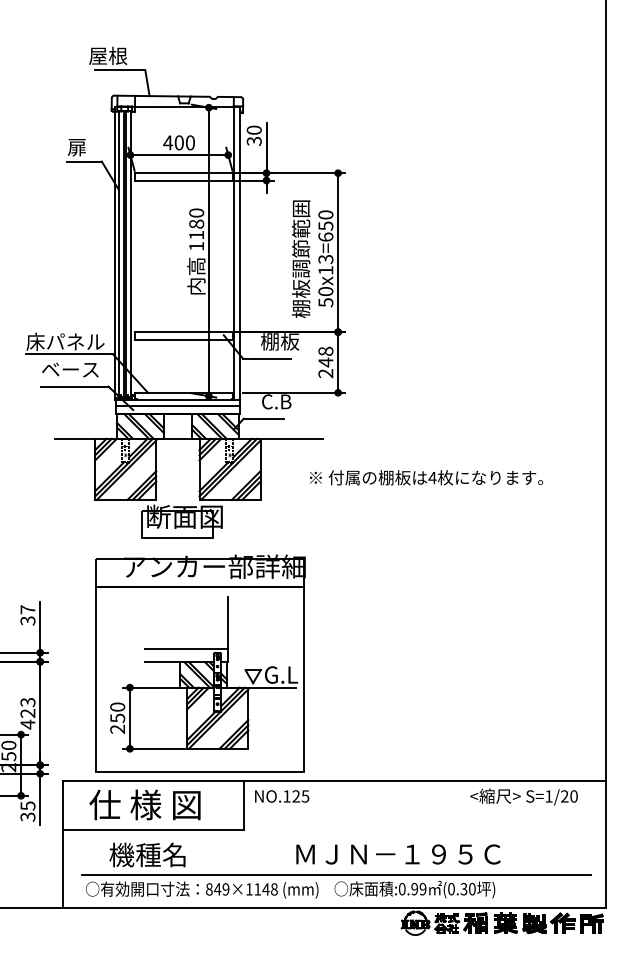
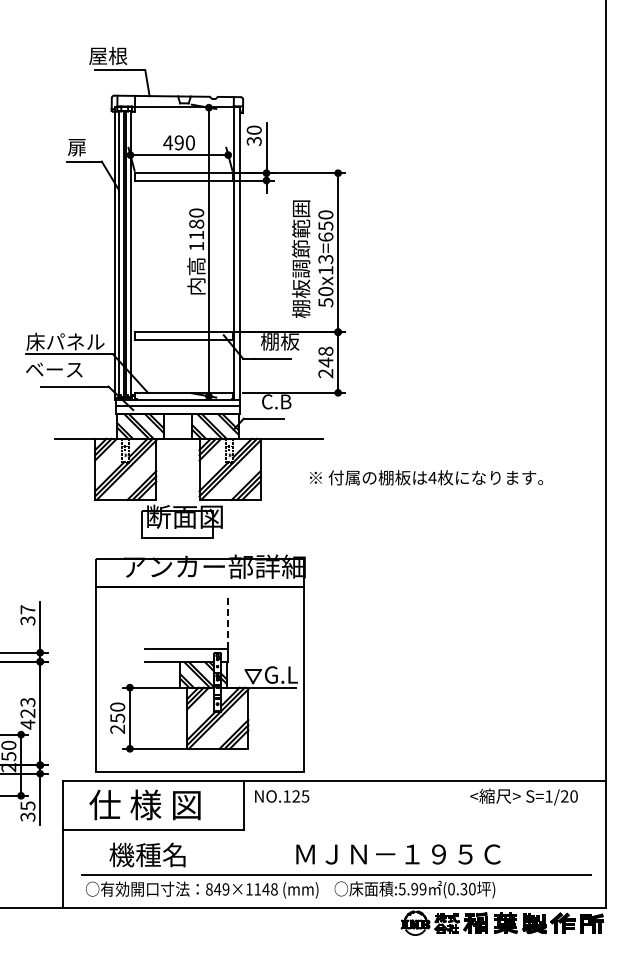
text at (178, 142): 400 -> 490
text at (70, 369) position: (70, 369) -> (54, 369)
line at (228, 622): solid -> dashed
text at (401, 888): :0.99 -> :5.99
